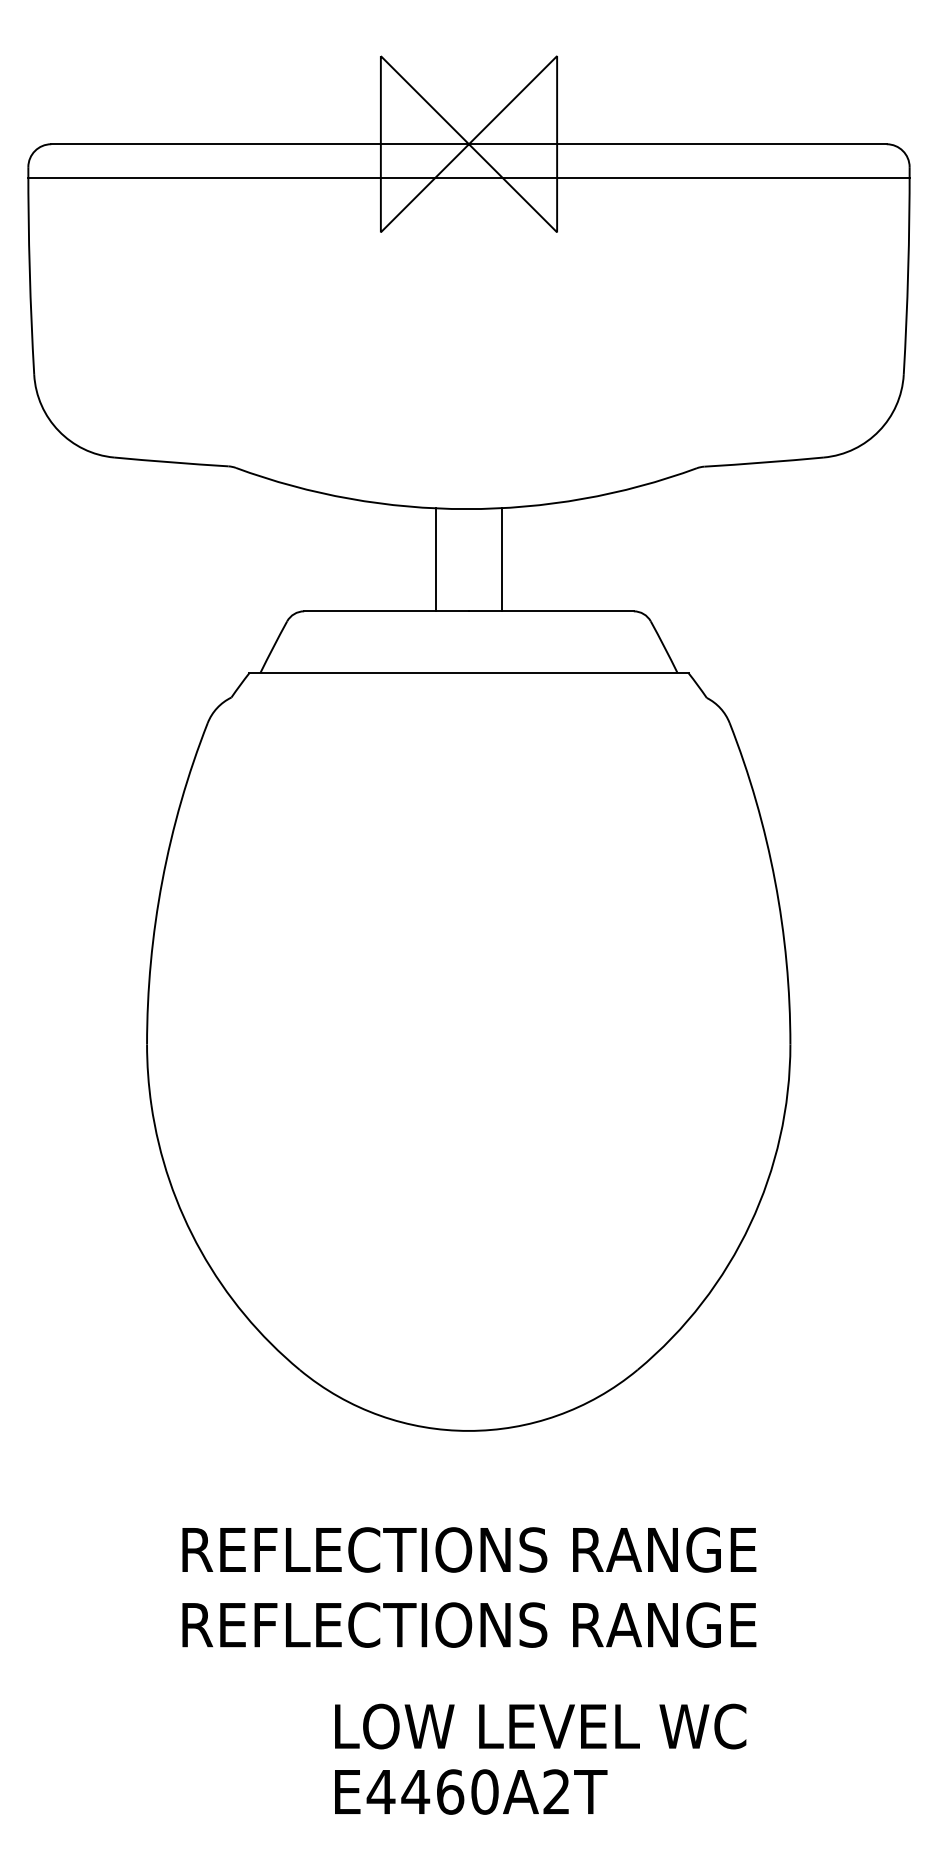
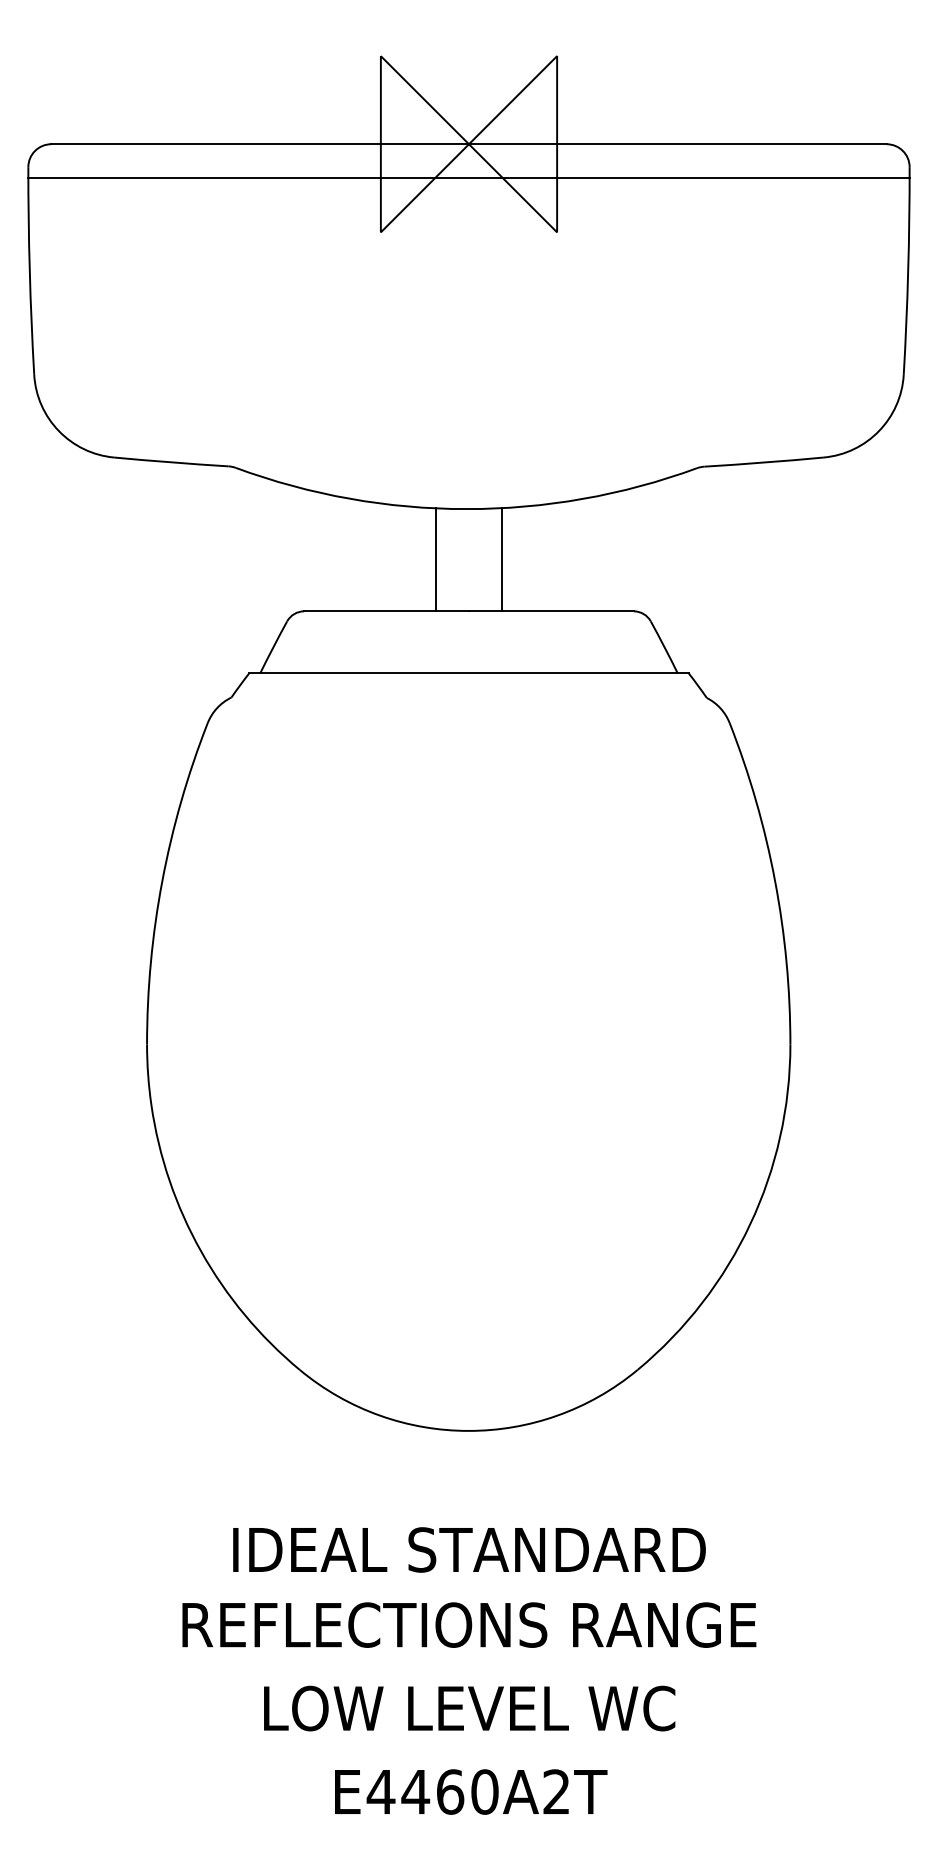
text at (469, 1549): REFLECTIONS RANGE -> IDEAL STANDARD
text at (540, 1726) position: (540, 1726) -> (469, 1708)
